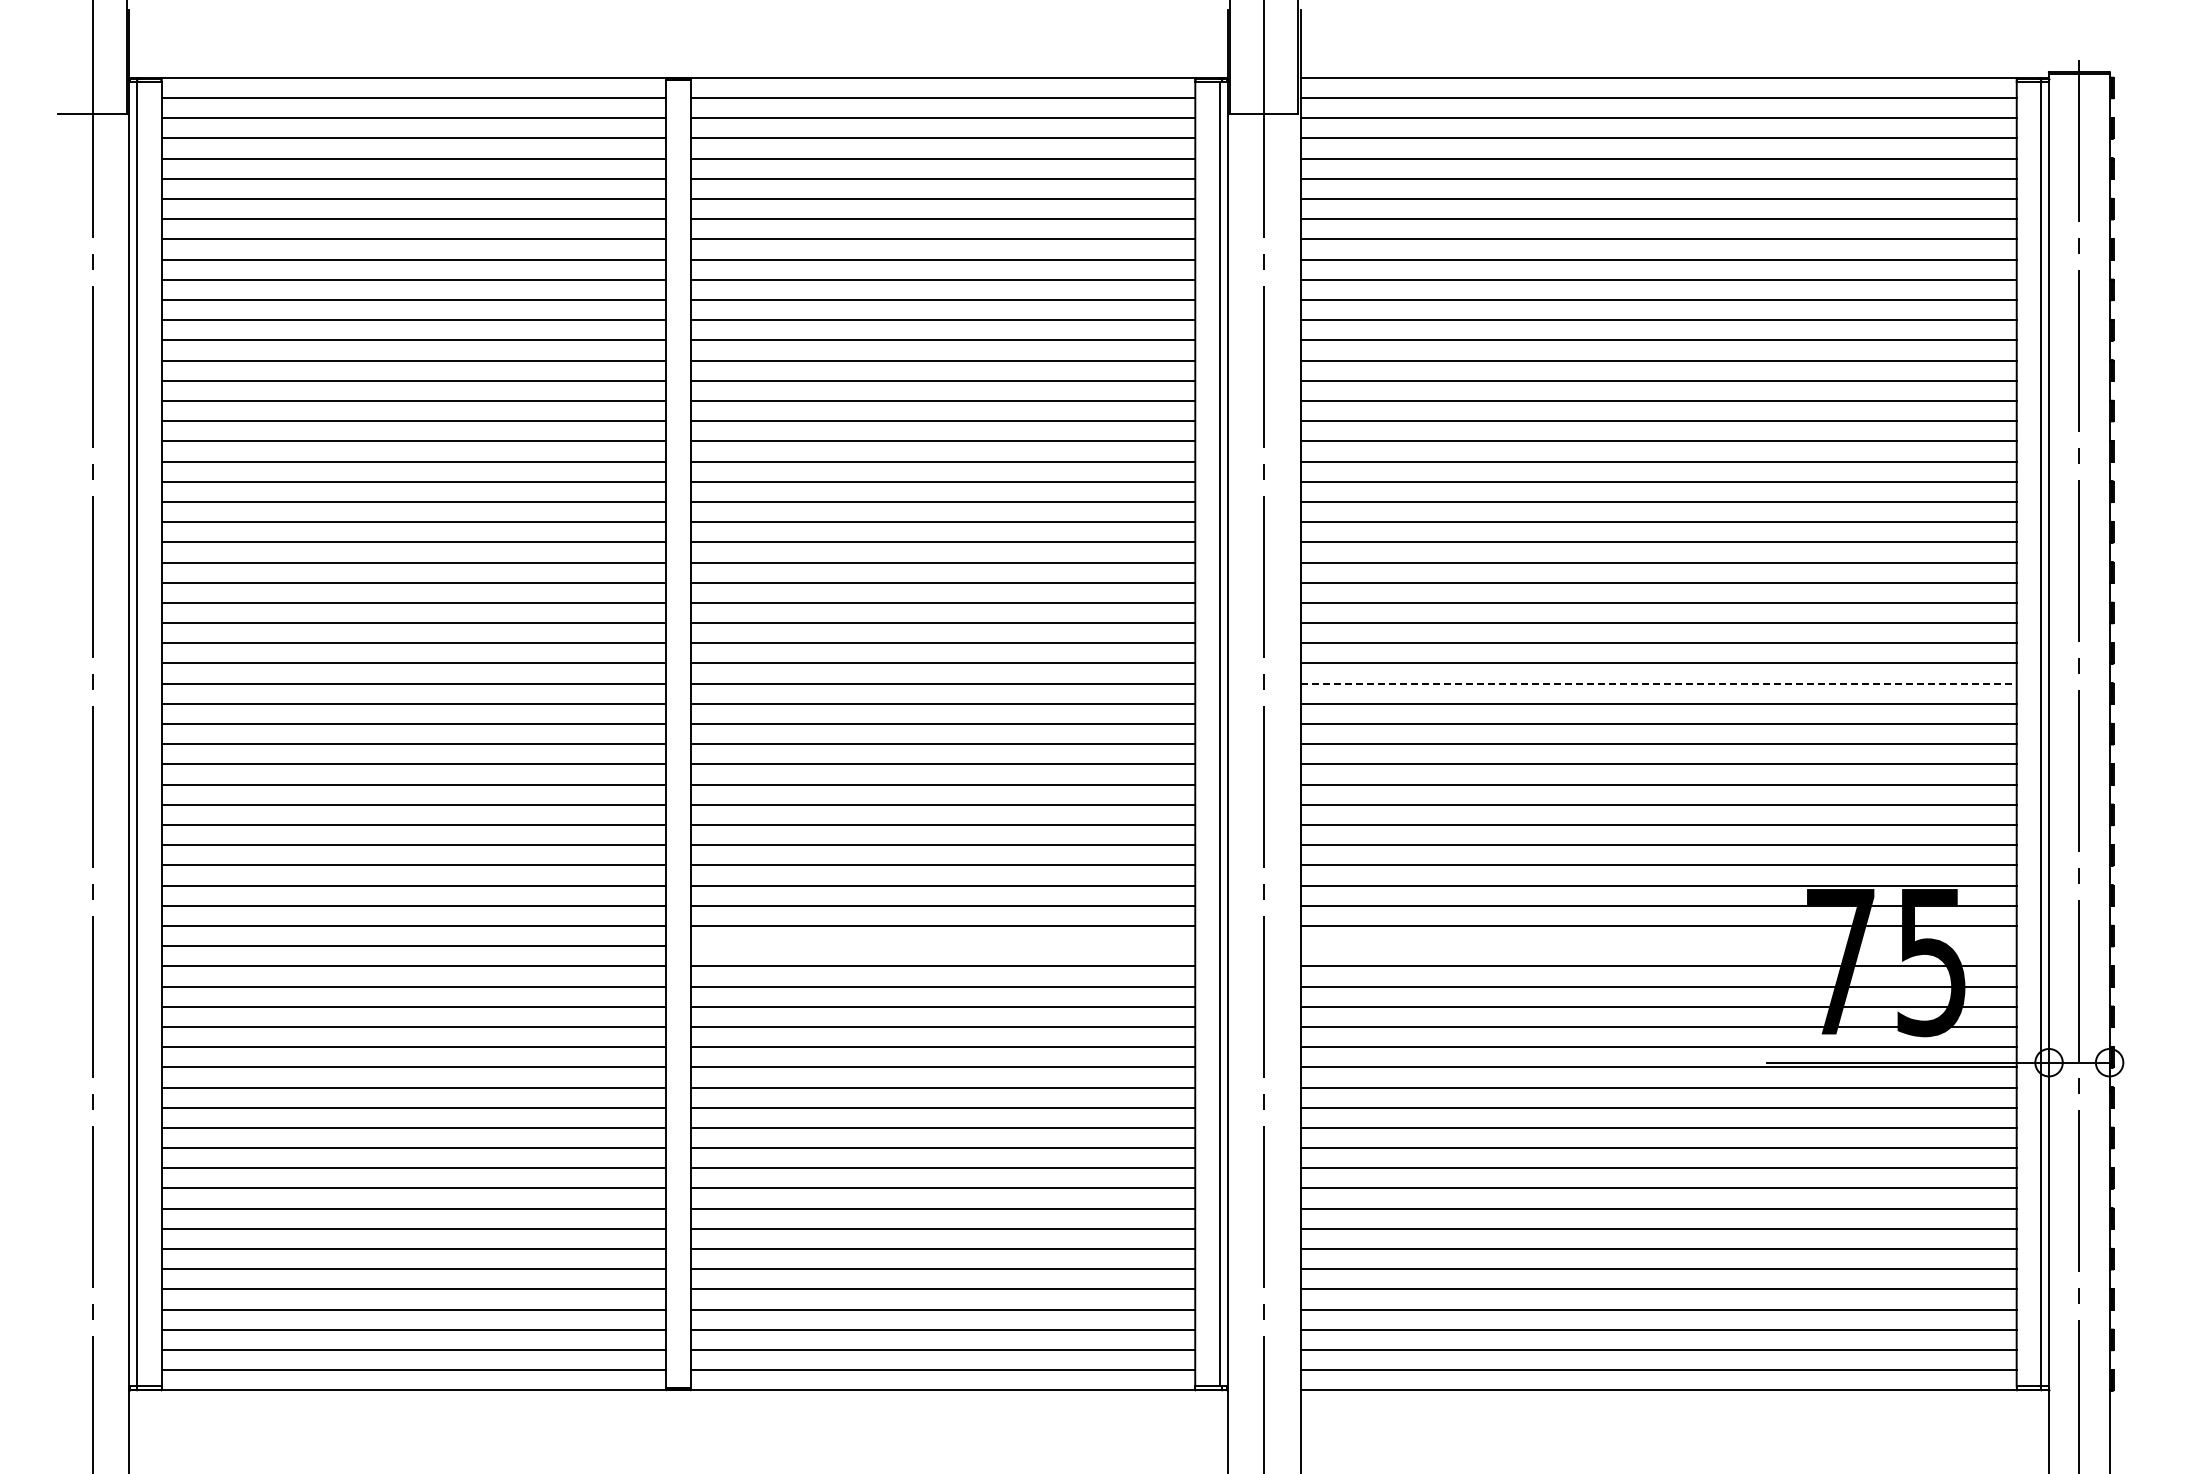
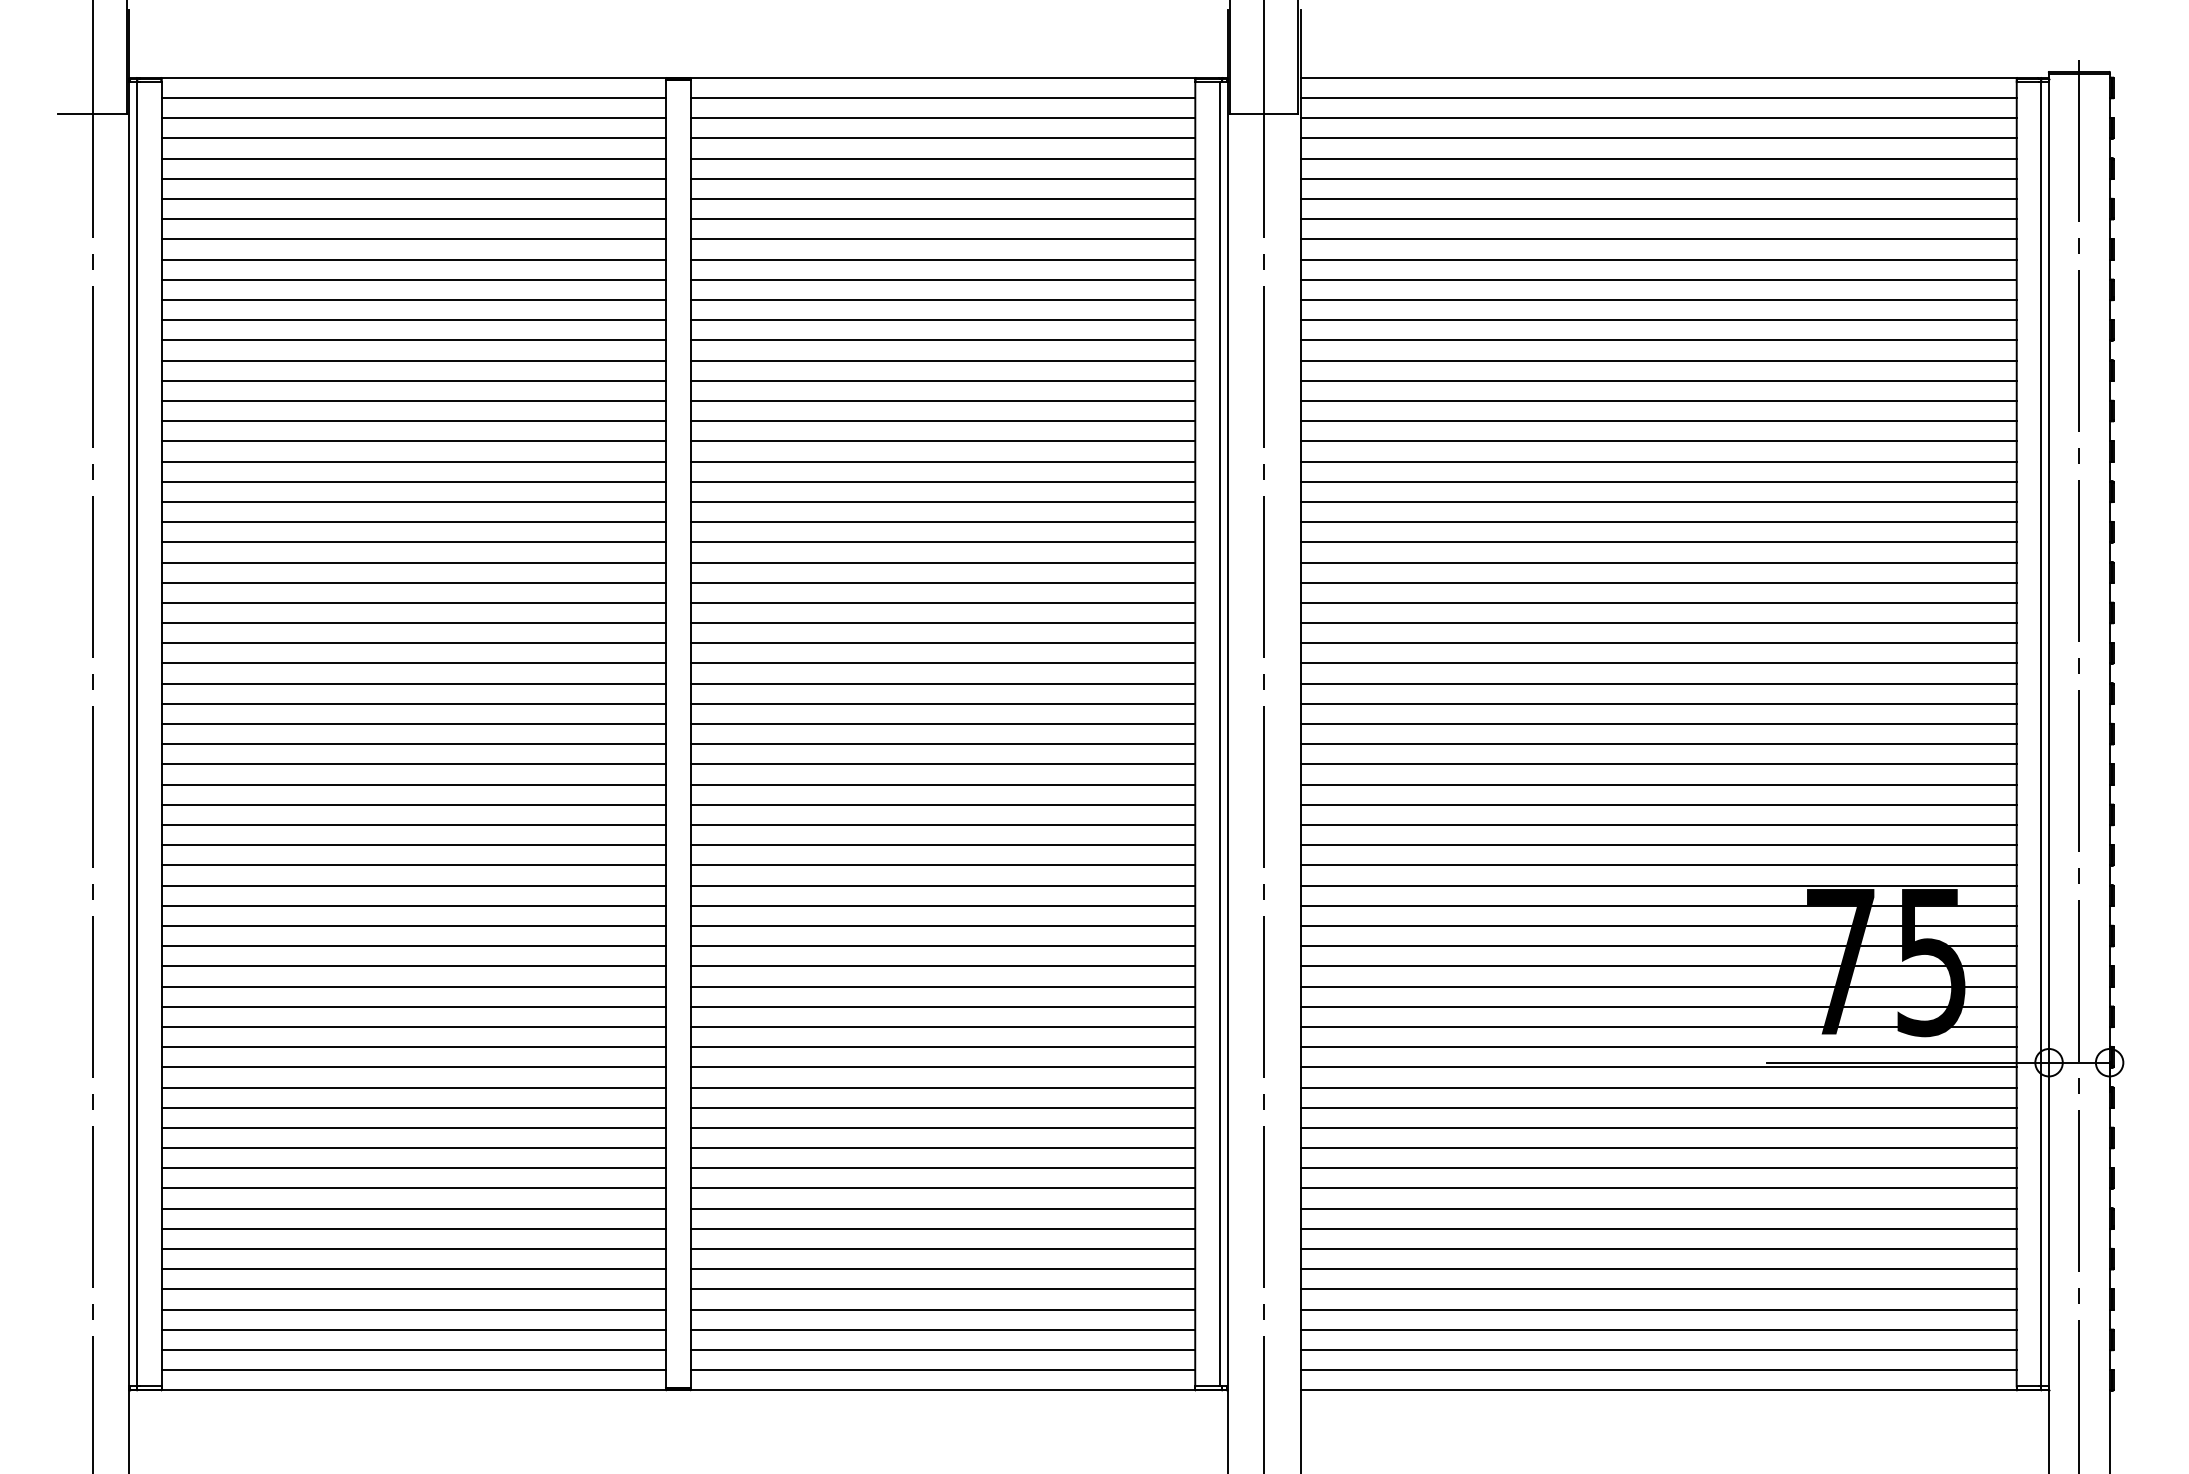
line at (1659, 683): dashed -> solid
line at (942, 946): none -> present
line at (1658, 946): none -> present
